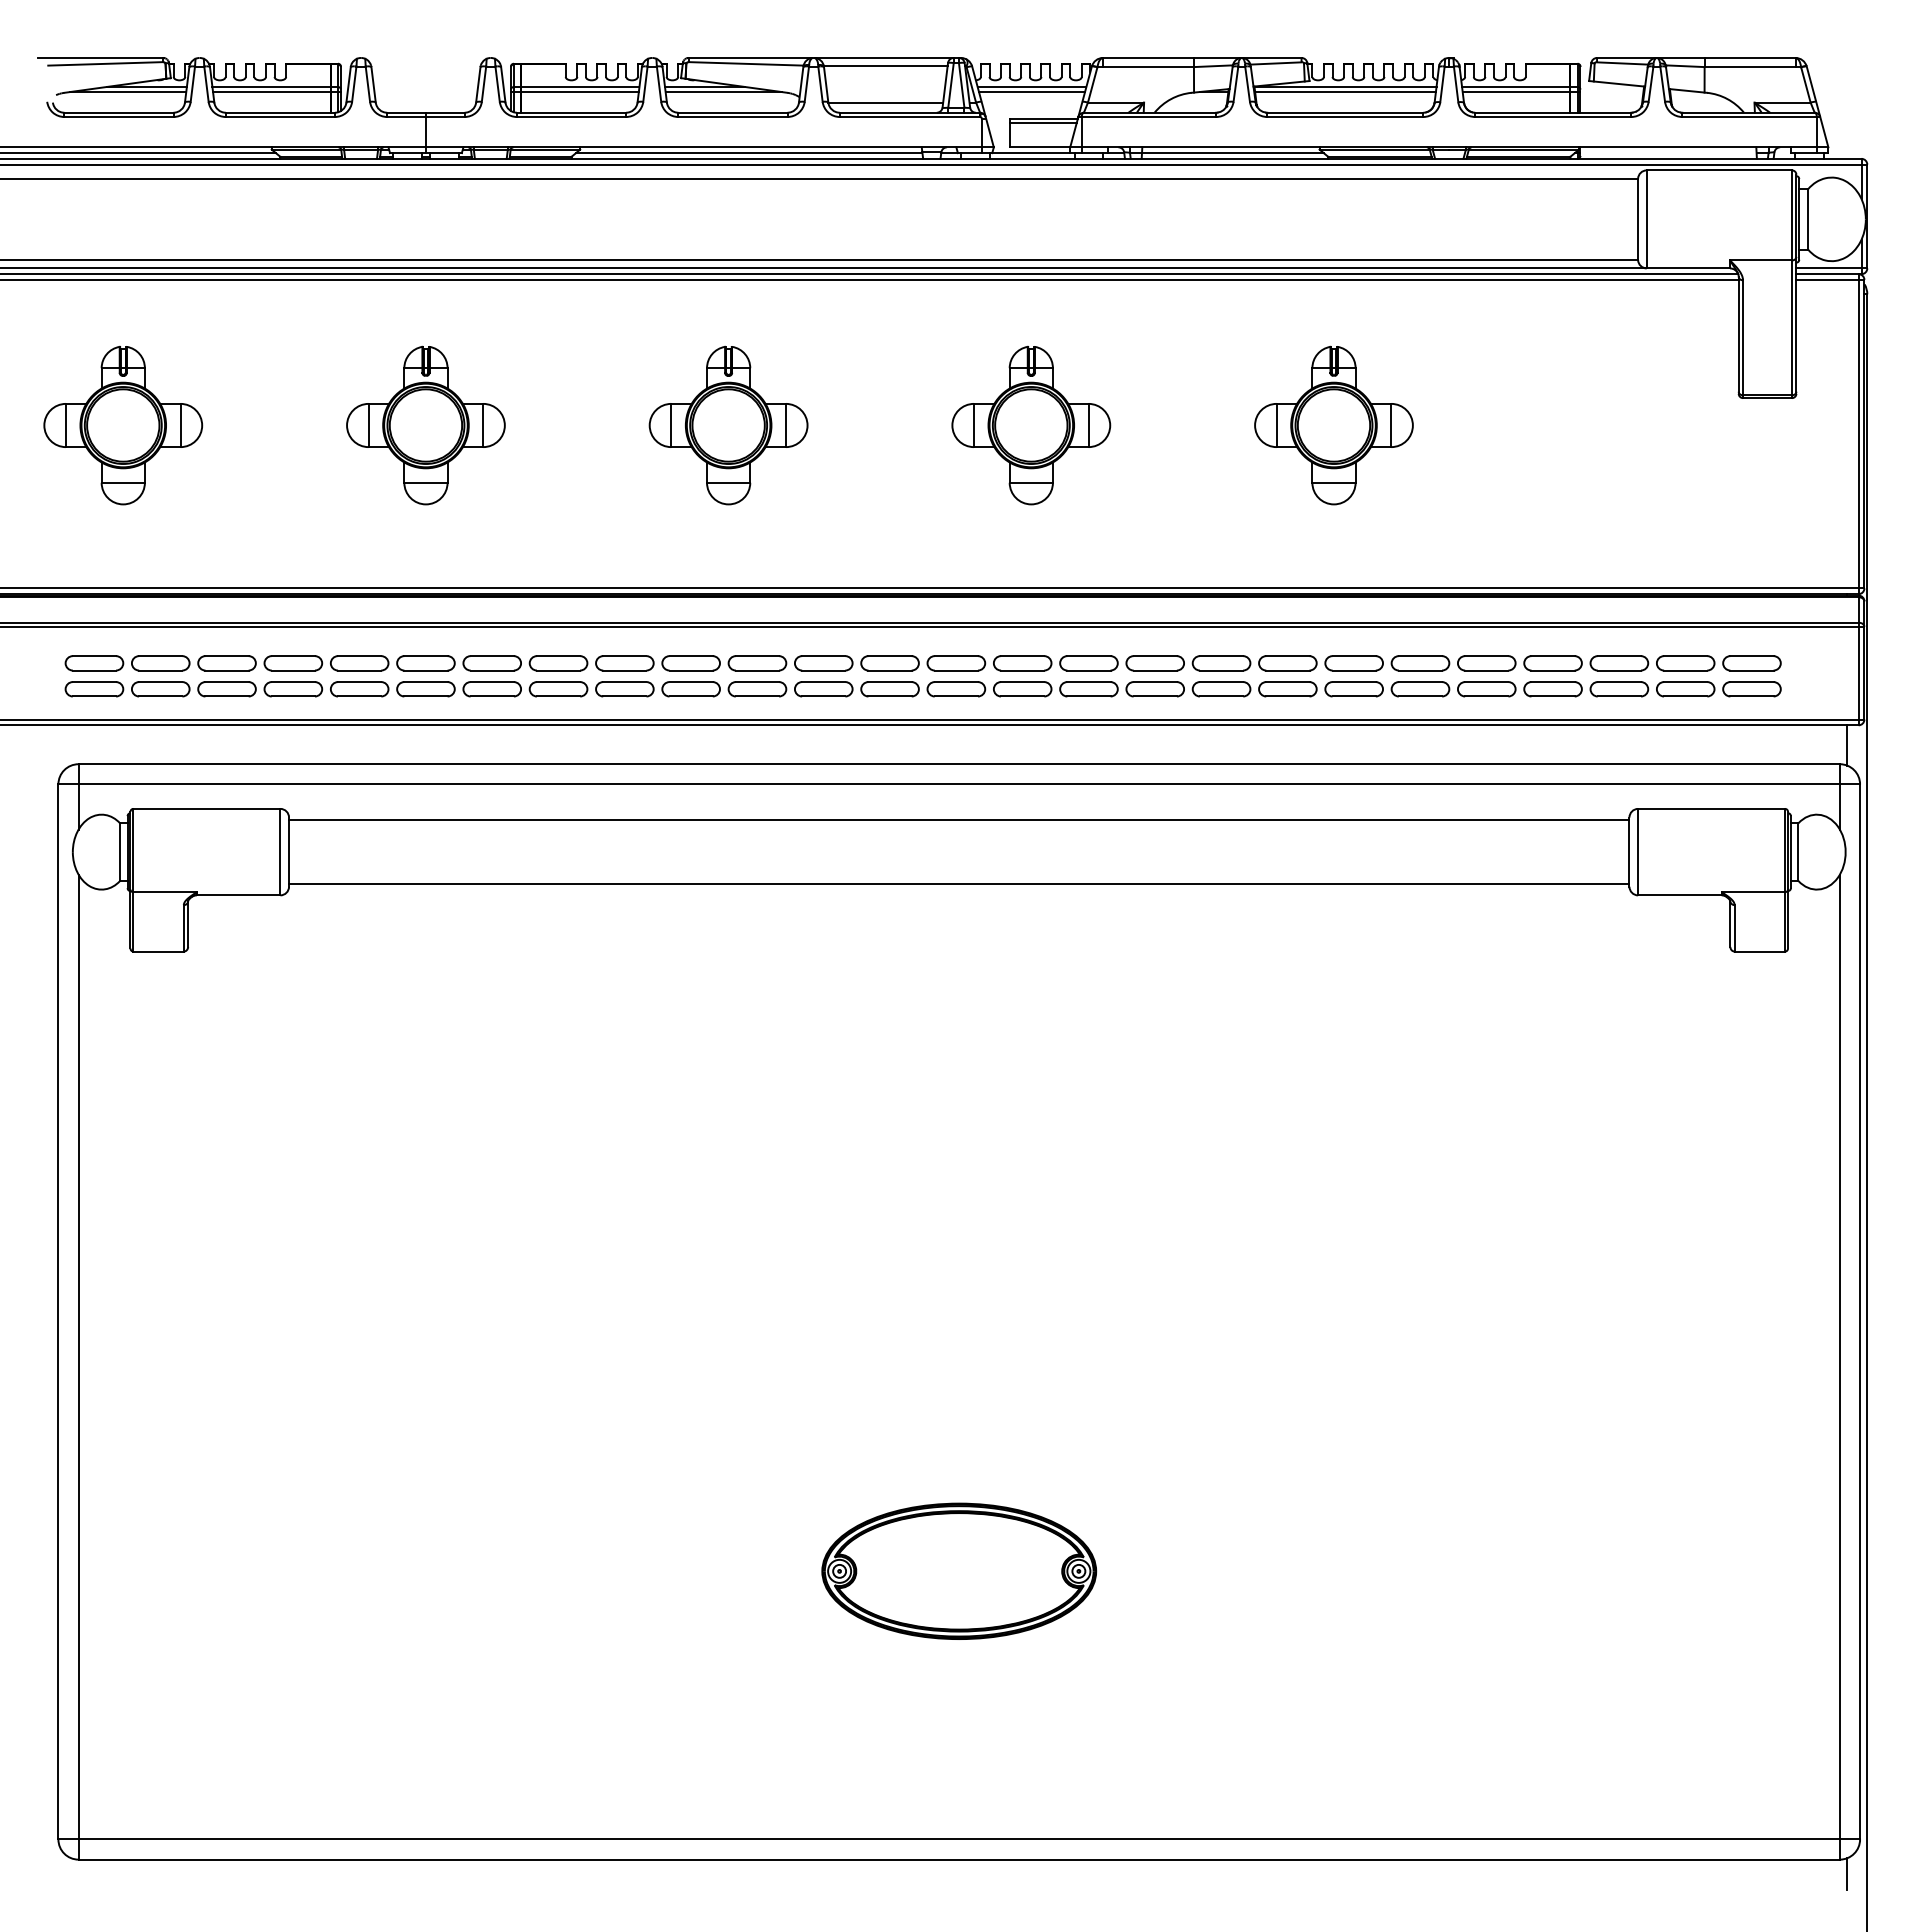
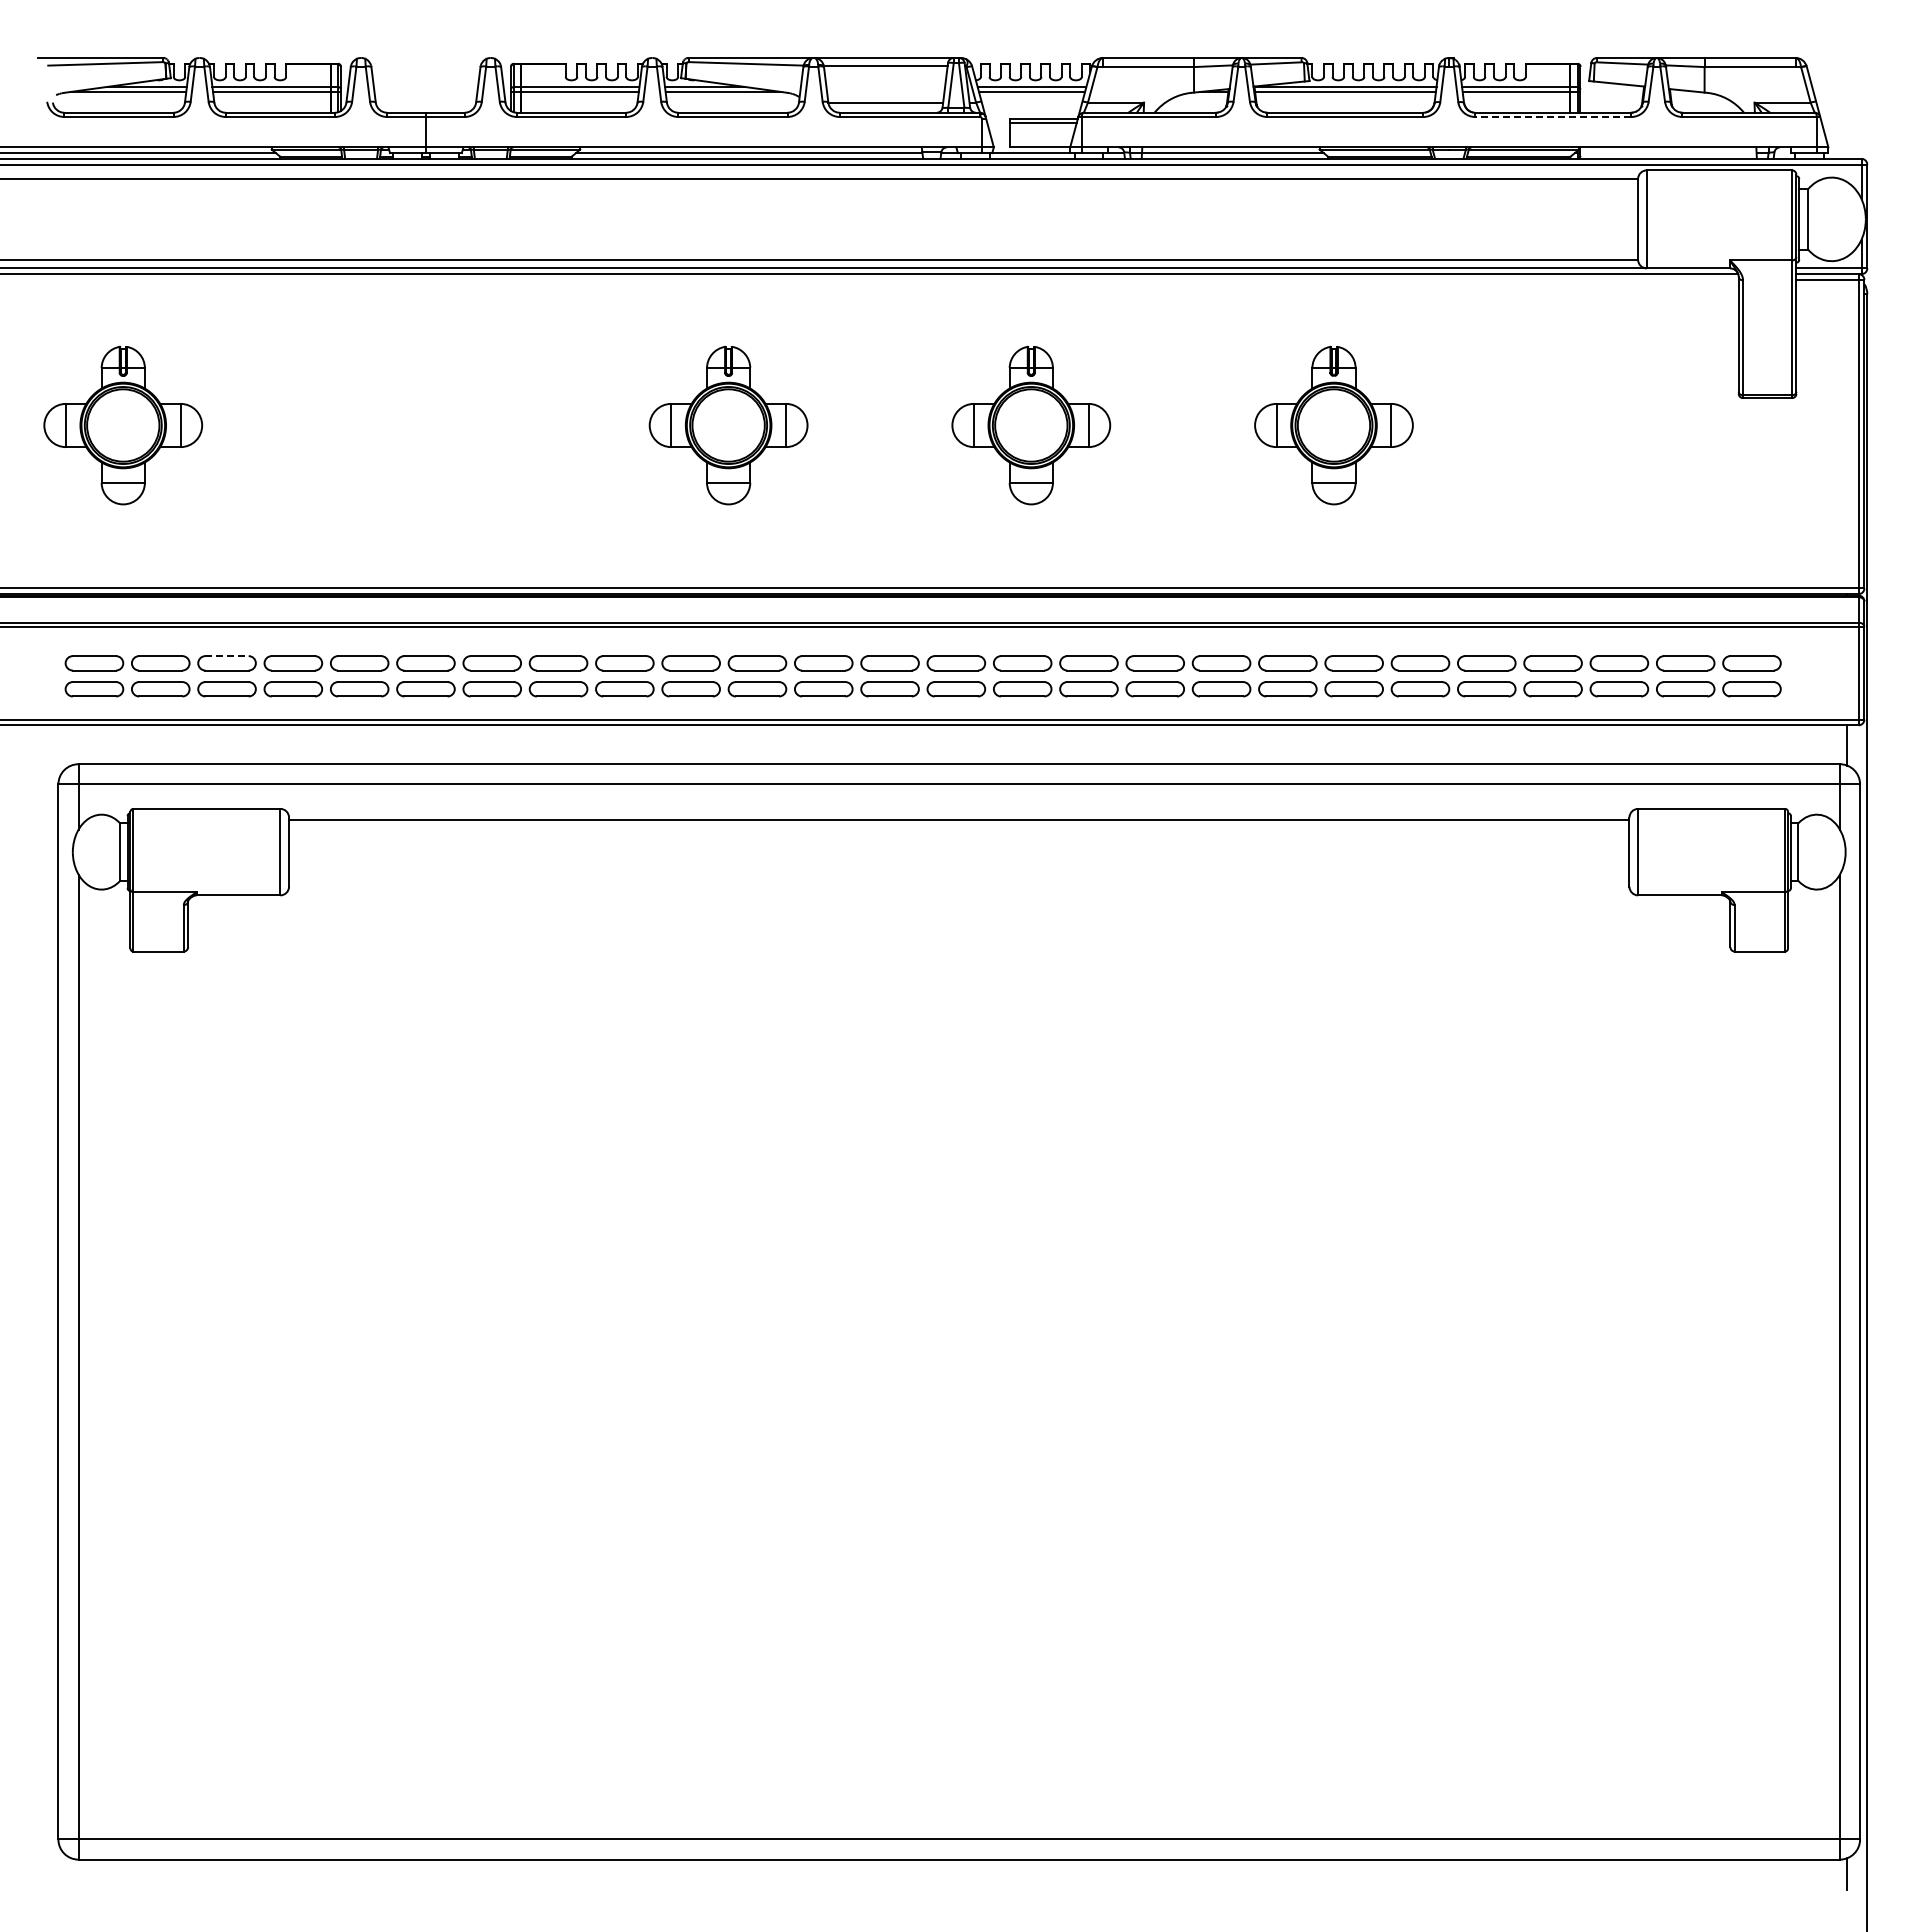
line at (1552, 117): solid -> dashed
line at (870, 279): present -> none
part at (425, 425): present -> none
line at (227, 656): solid -> dashed
line at (959, 883): present -> none
part at (959, 1570): present -> none
